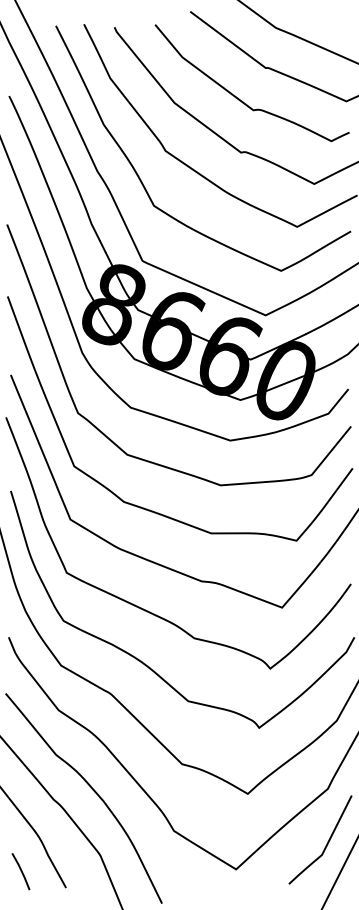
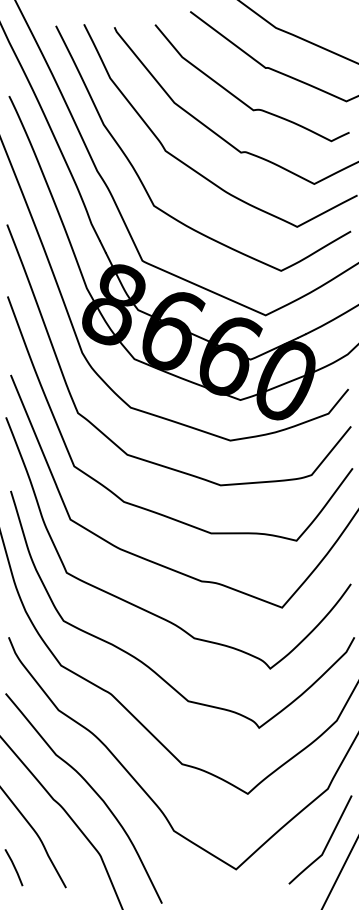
line at (20, 871) position: (20, 871) -> (13, 867)
